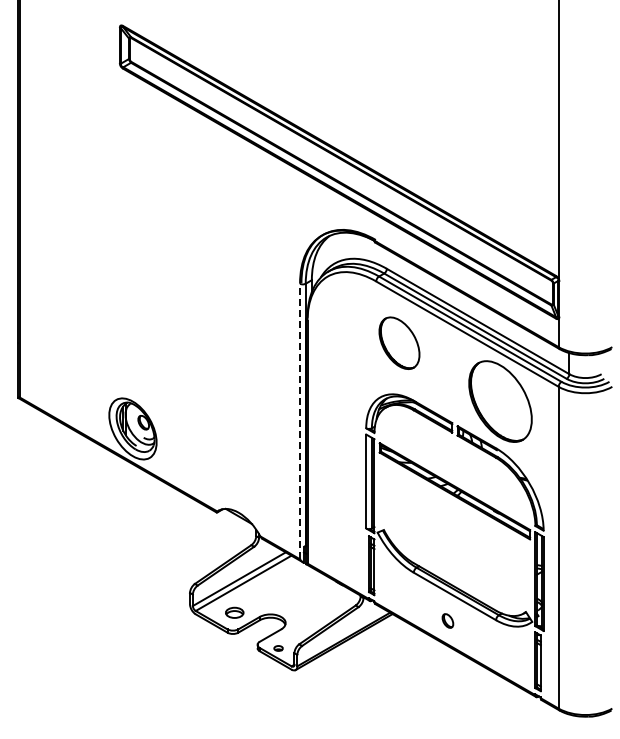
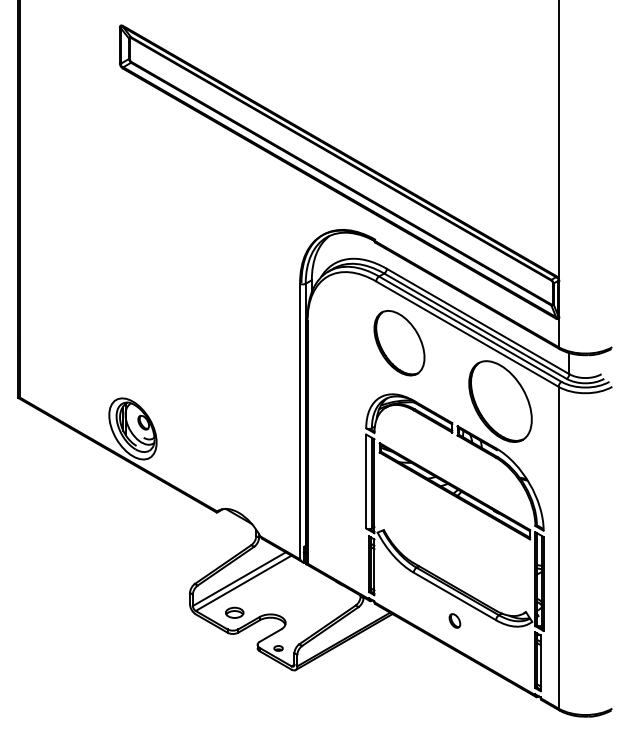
part at (399, 342) size: 43x54 px -> 53x67 px
line at (300, 421): dashed -> solid
part at (447, 620) position: (447, 620) -> (454, 620)
